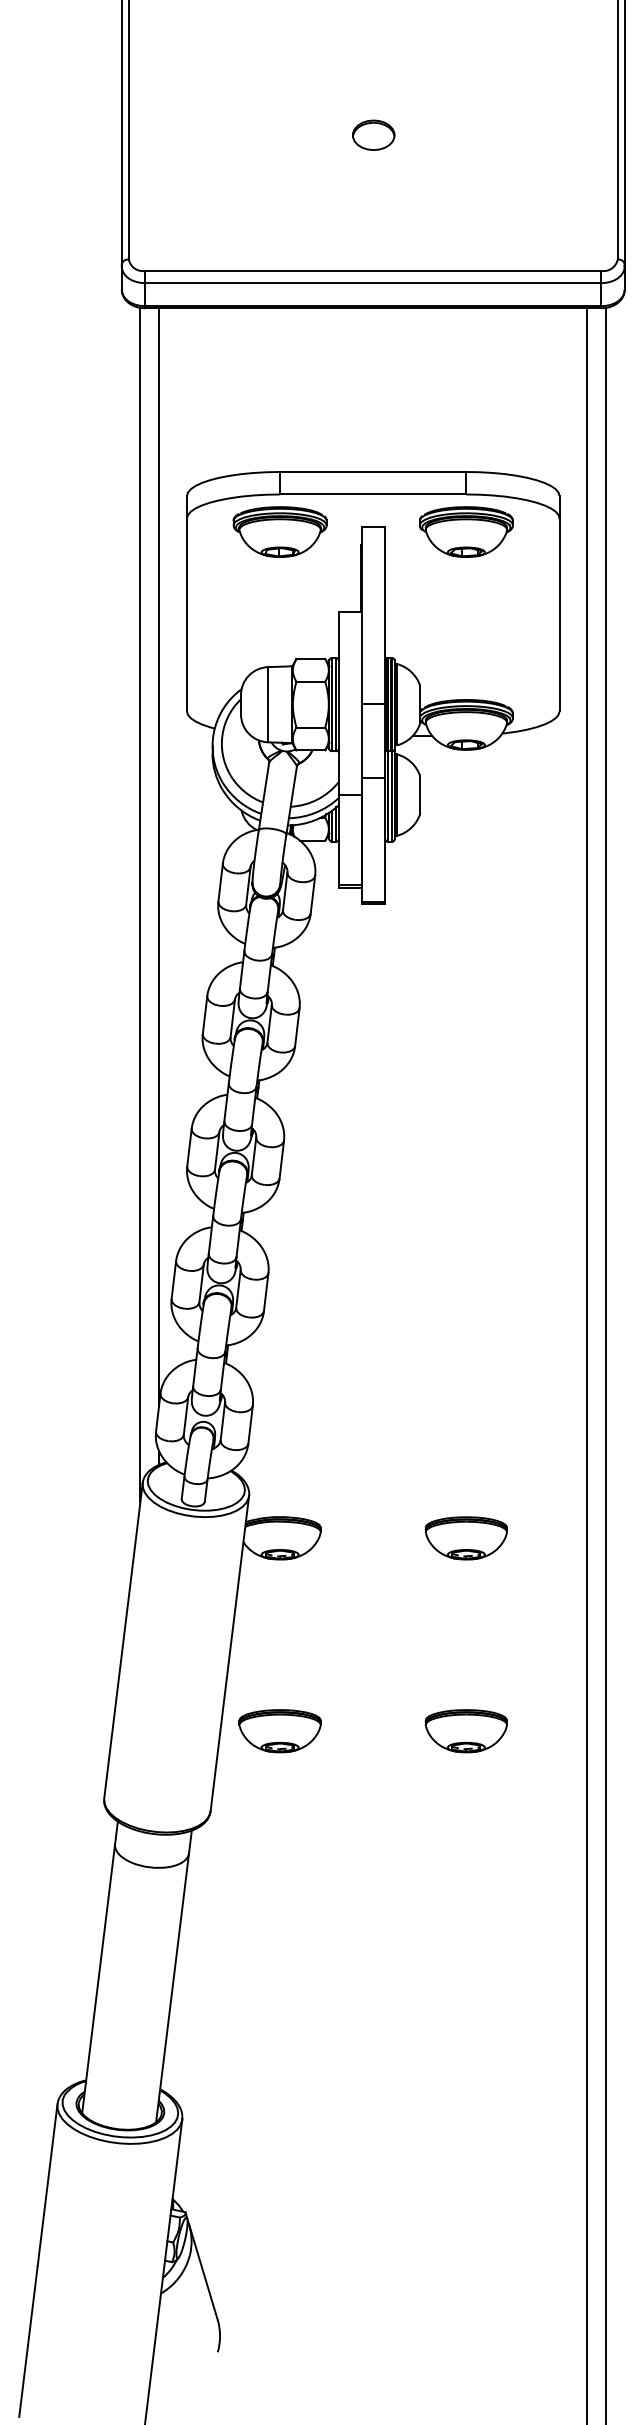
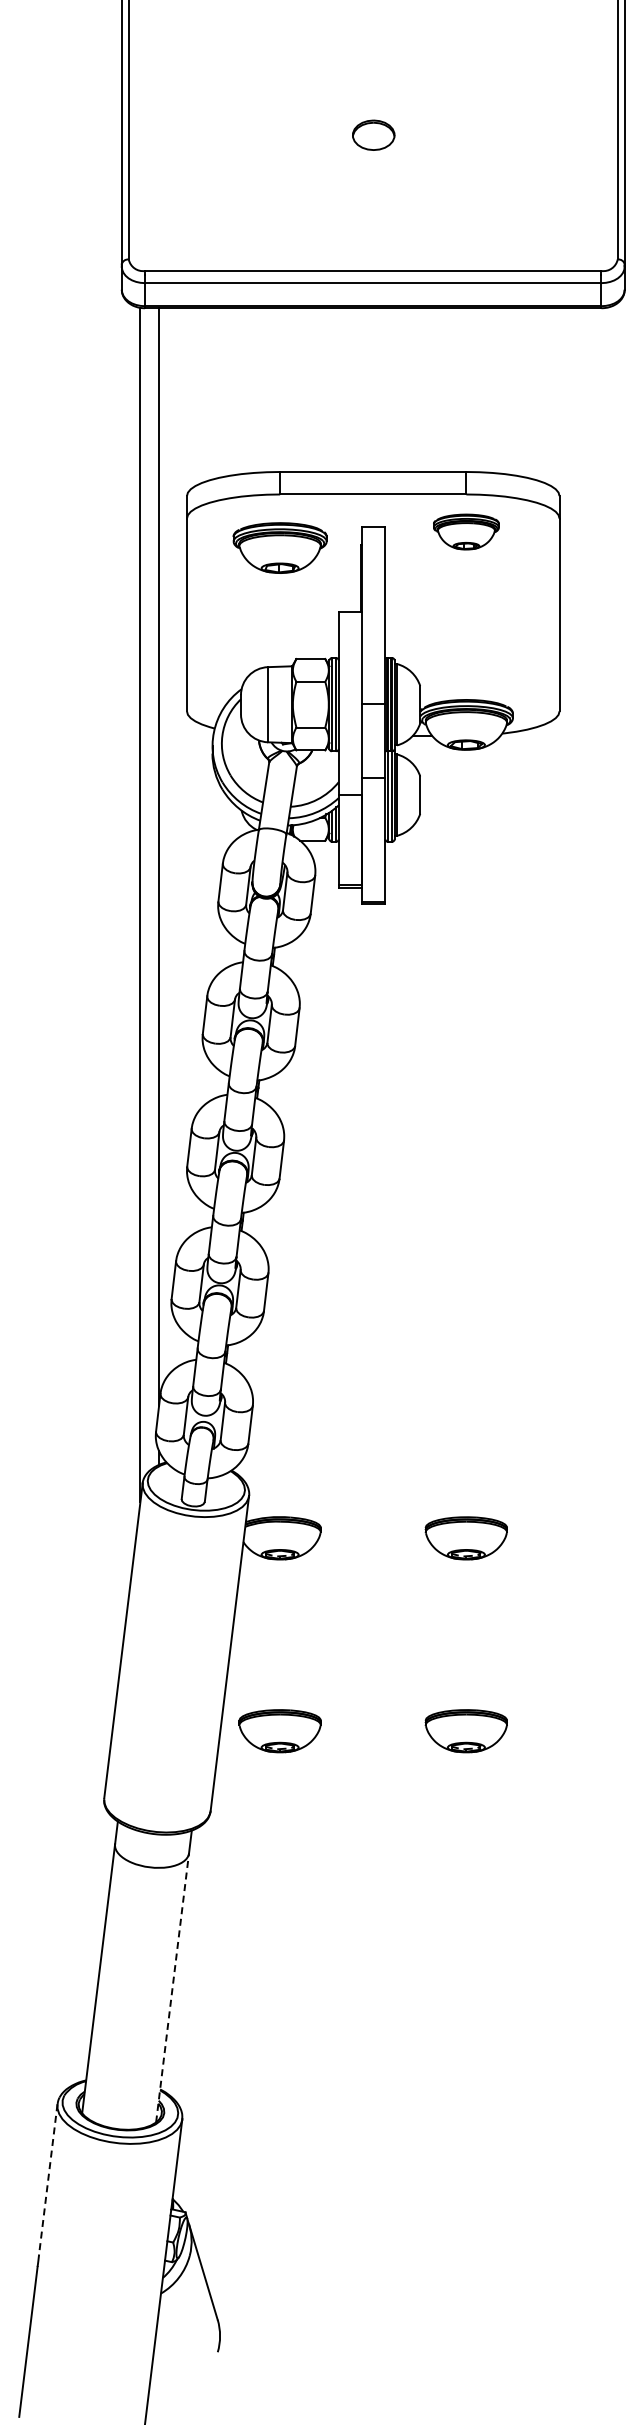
part at (279, 531) position: (279, 531) -> (279, 547)
part at (466, 531) size: 95x52 px -> 67x38 px
line at (587, 1364): present -> none
line at (606, 1364): present -> none
line at (172, 1987): solid -> dashed
line at (48, 2179): solid -> dashed
